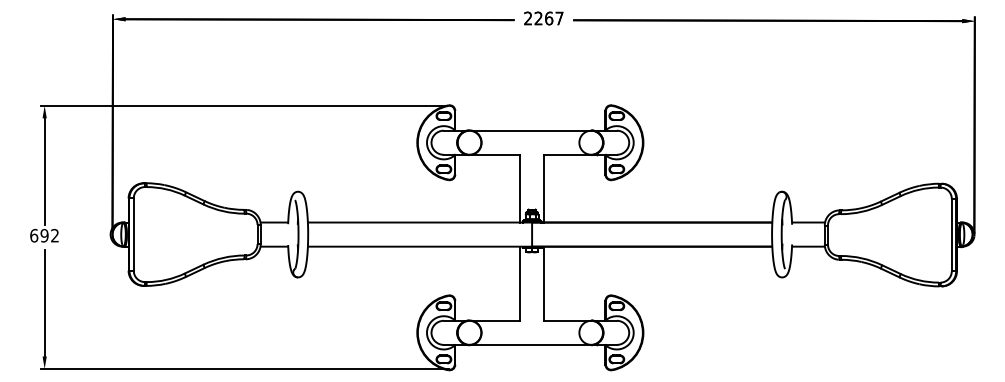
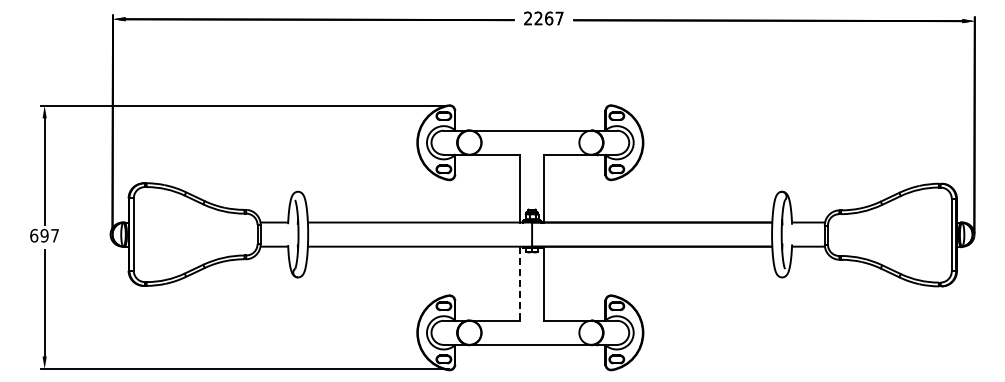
text at (54, 235): 692 -> 697
line at (519, 284): solid -> dashed
